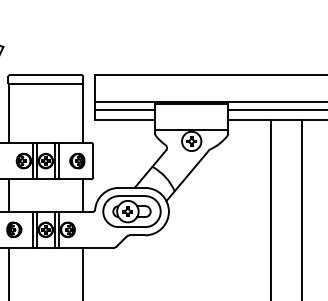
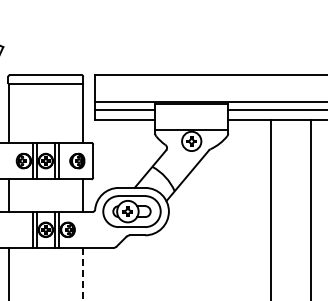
line at (302, 208) position: (302, 208) -> (311, 208)
part at (14, 229): present -> none
line at (82, 274): solid -> dashed
